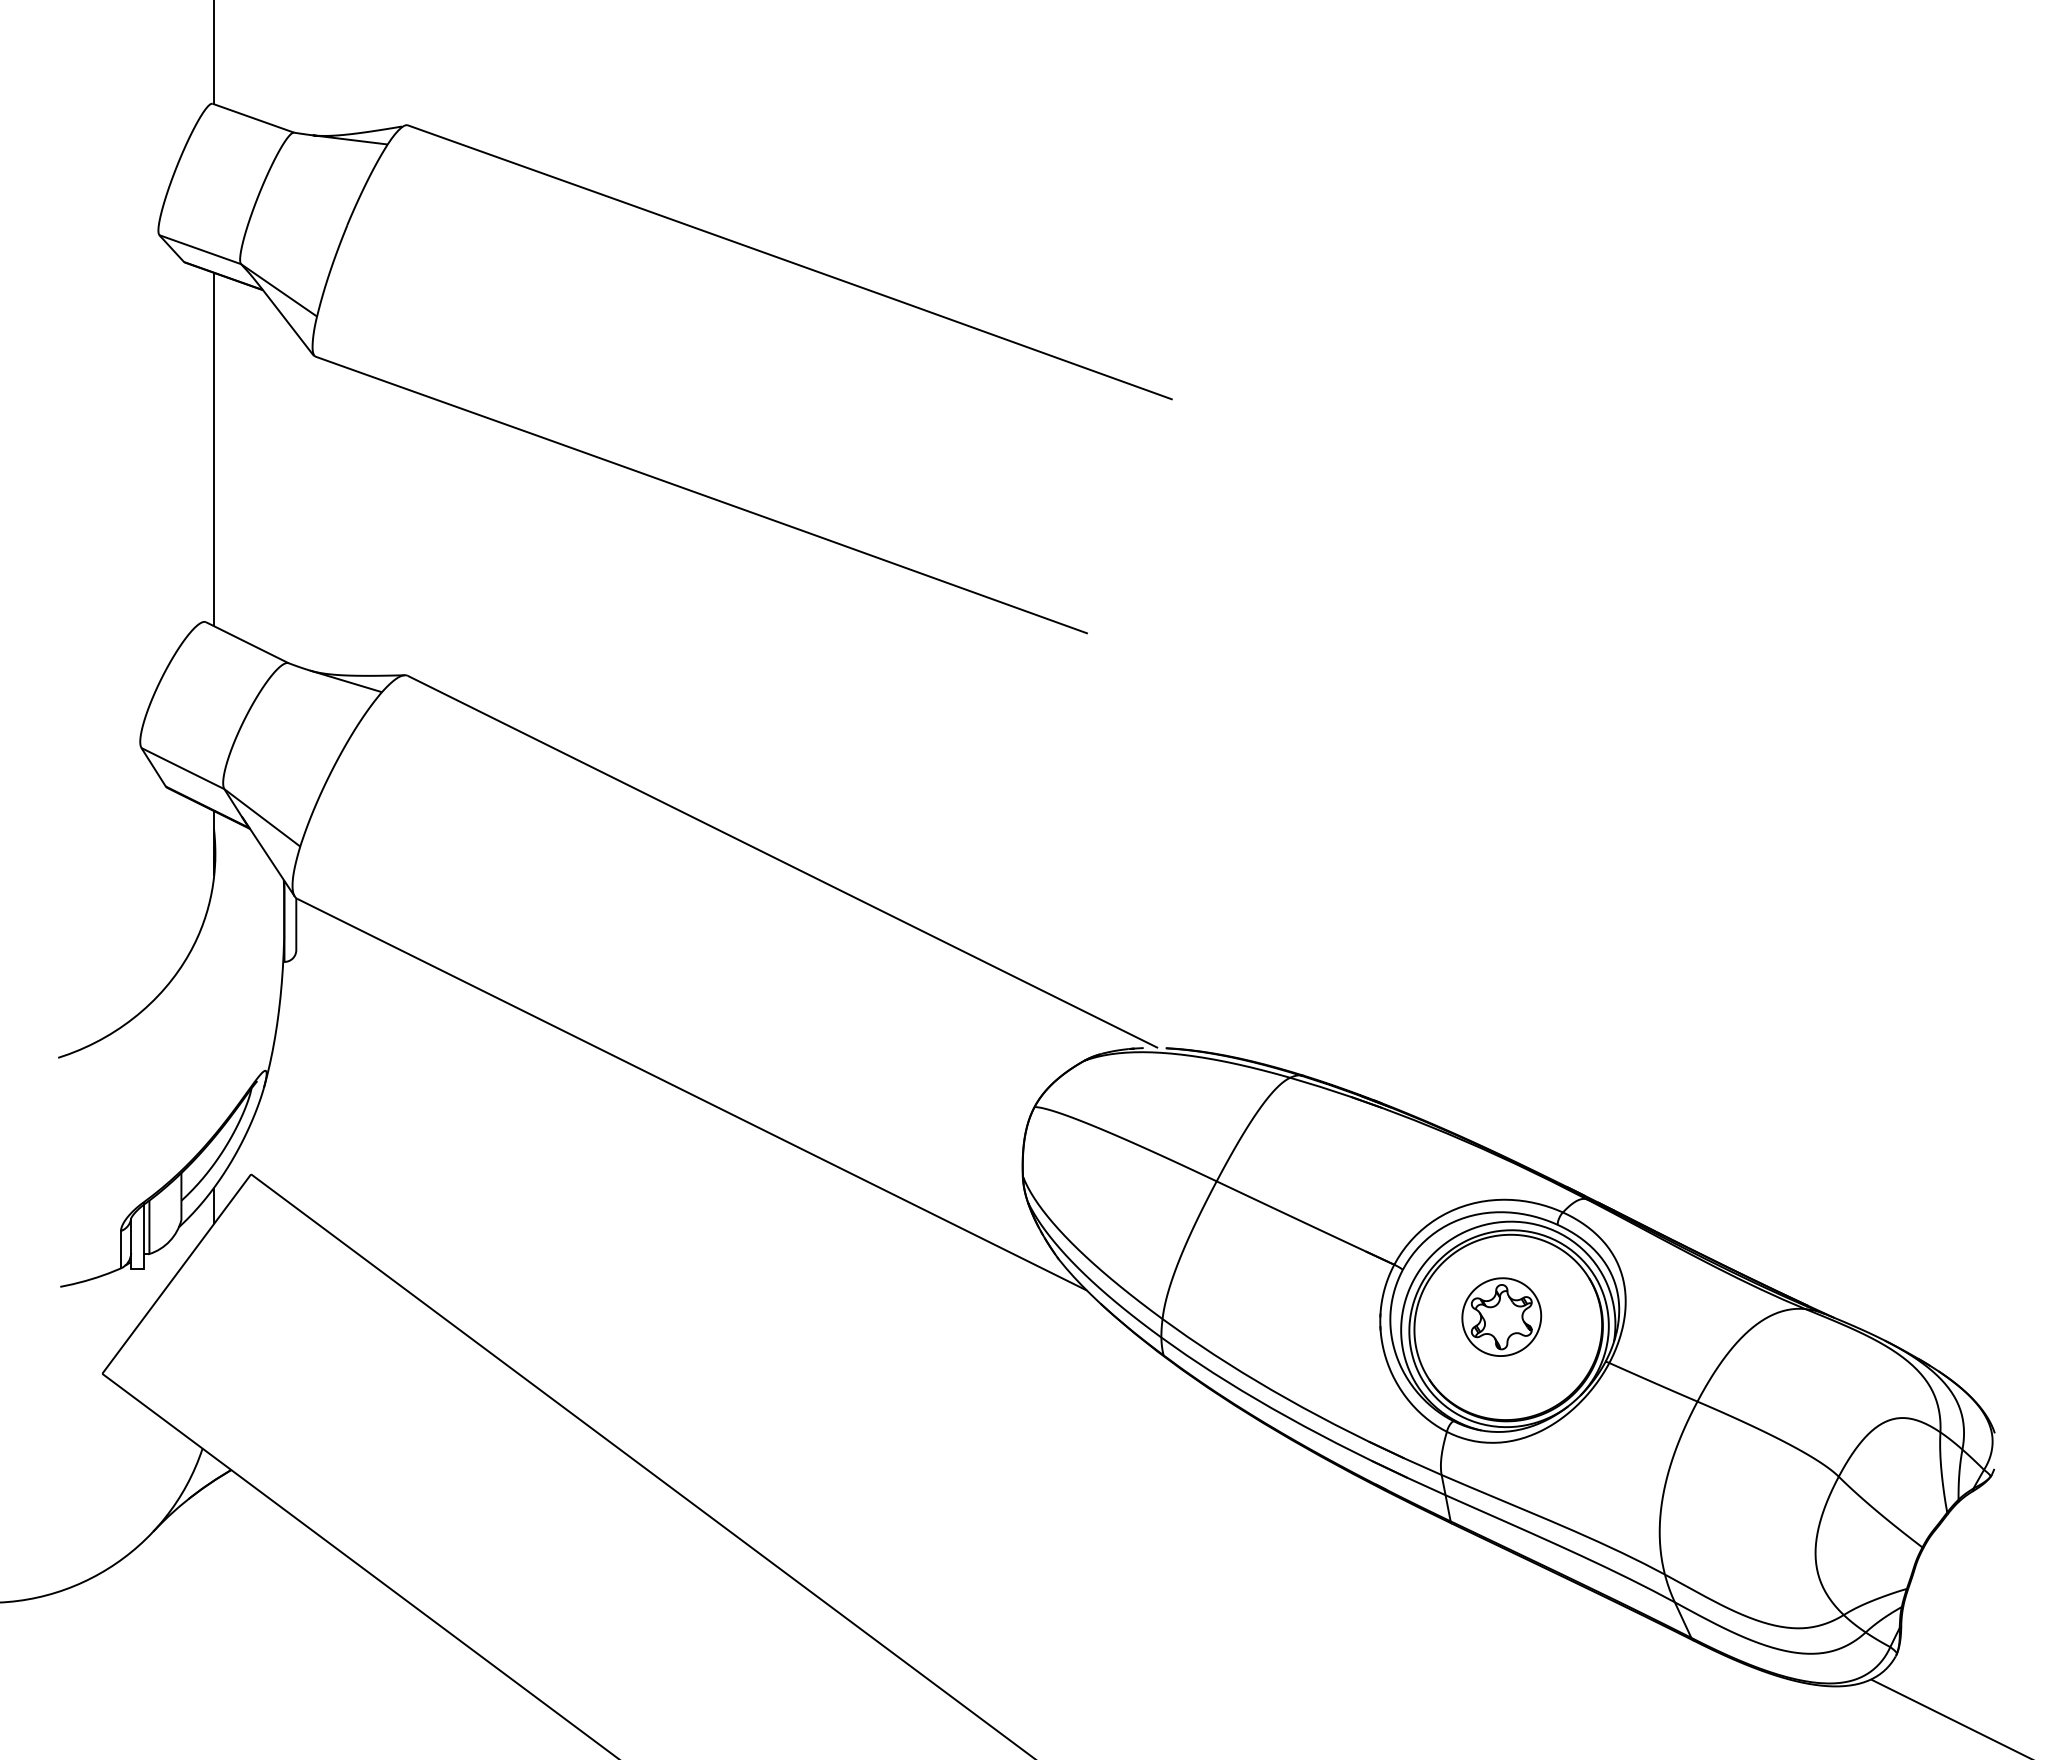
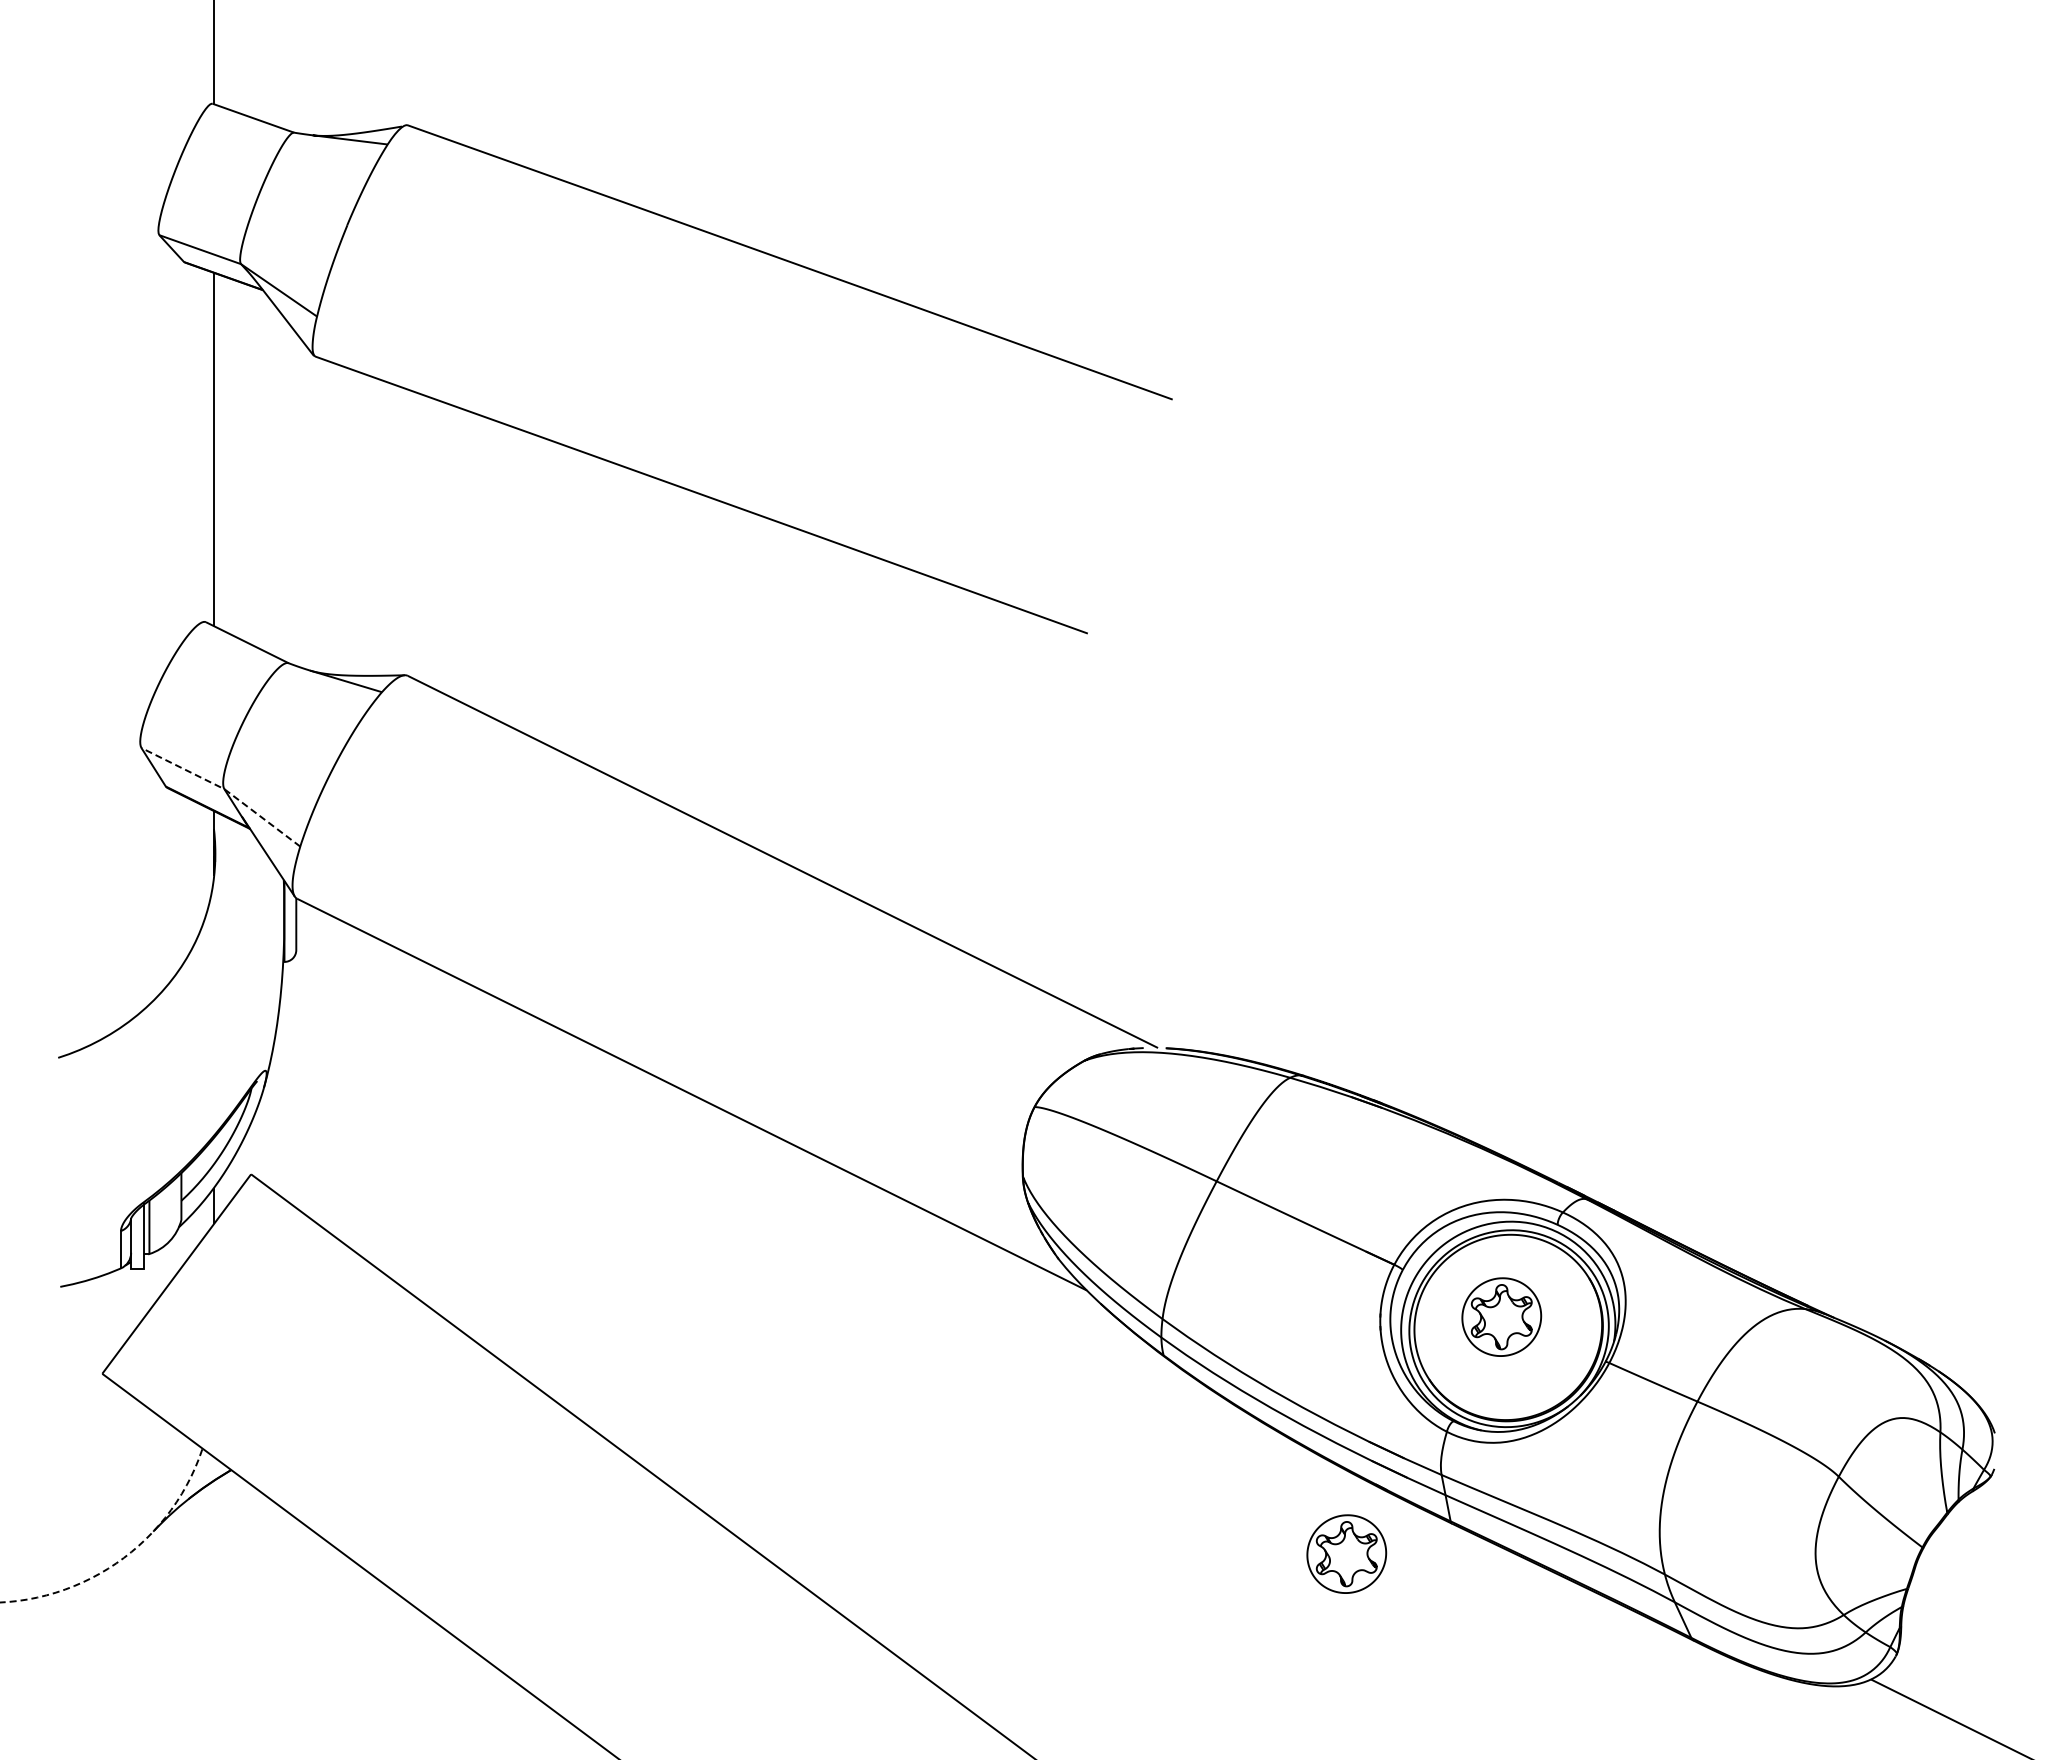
line at (225, 789): solid -> dashed
part at (1346, 1553): none -> present
line at (125, 1556): solid -> dashed
